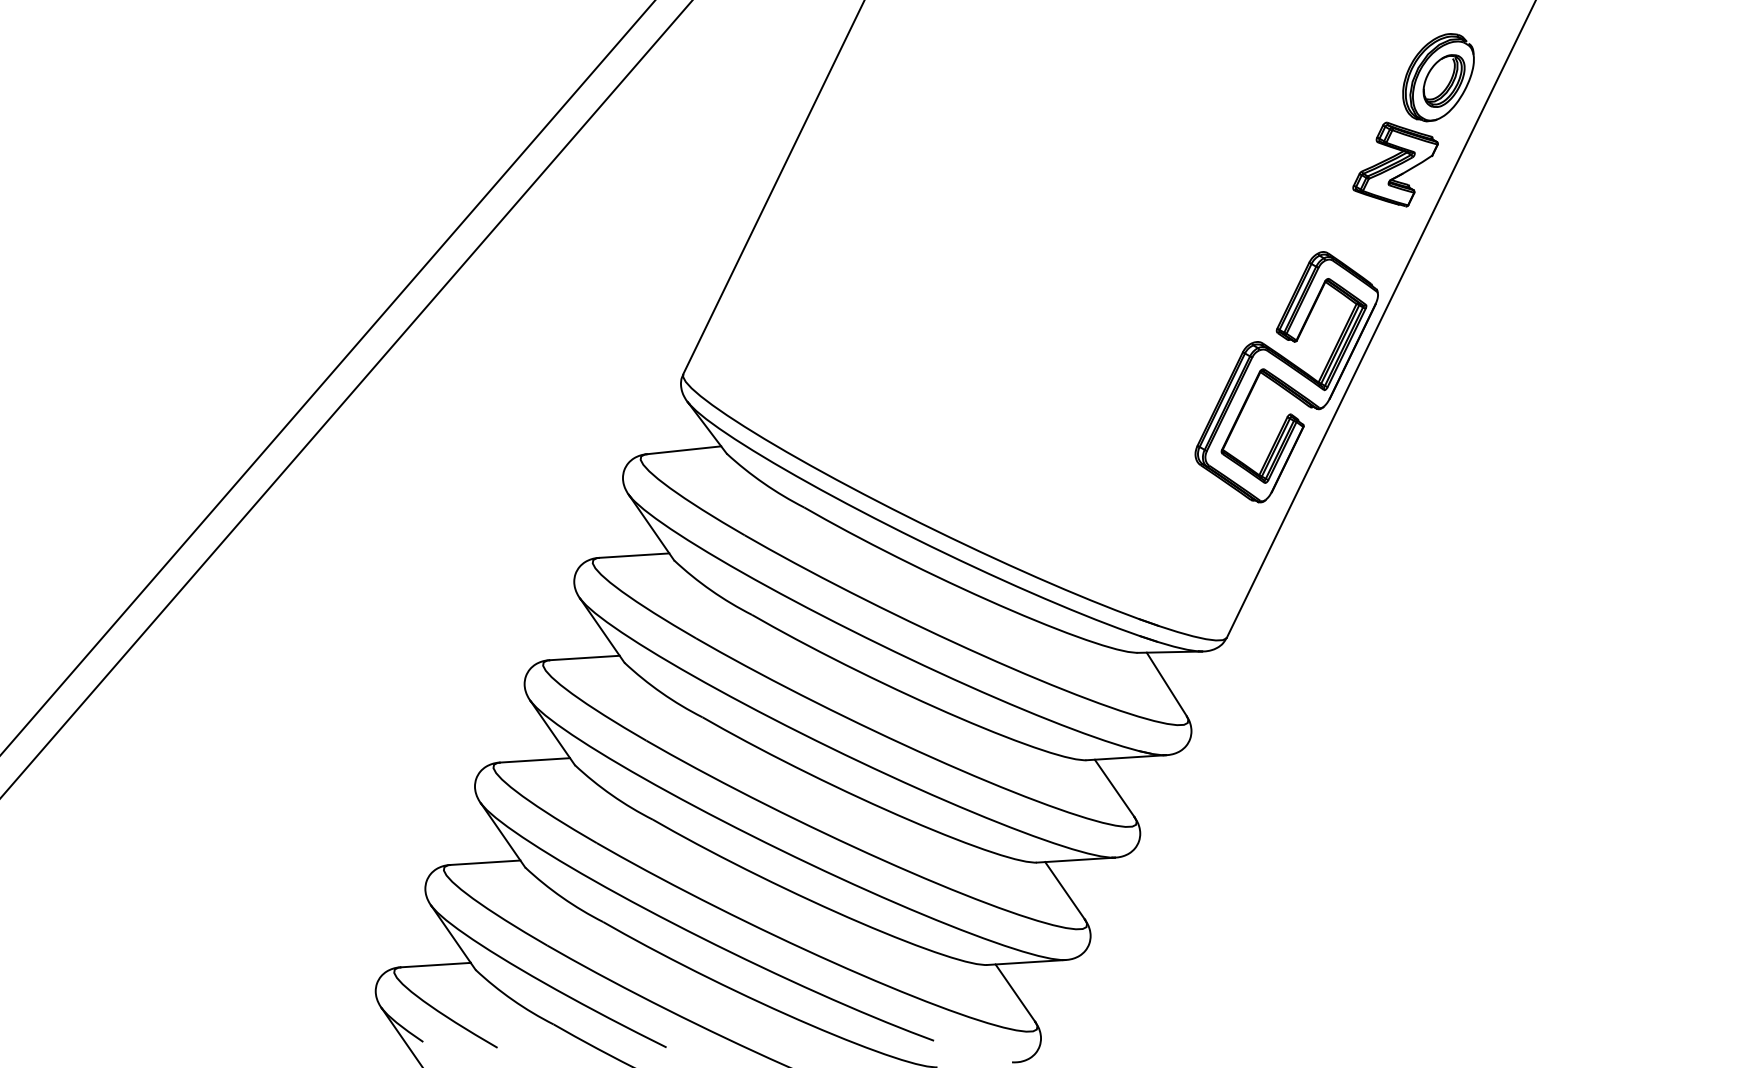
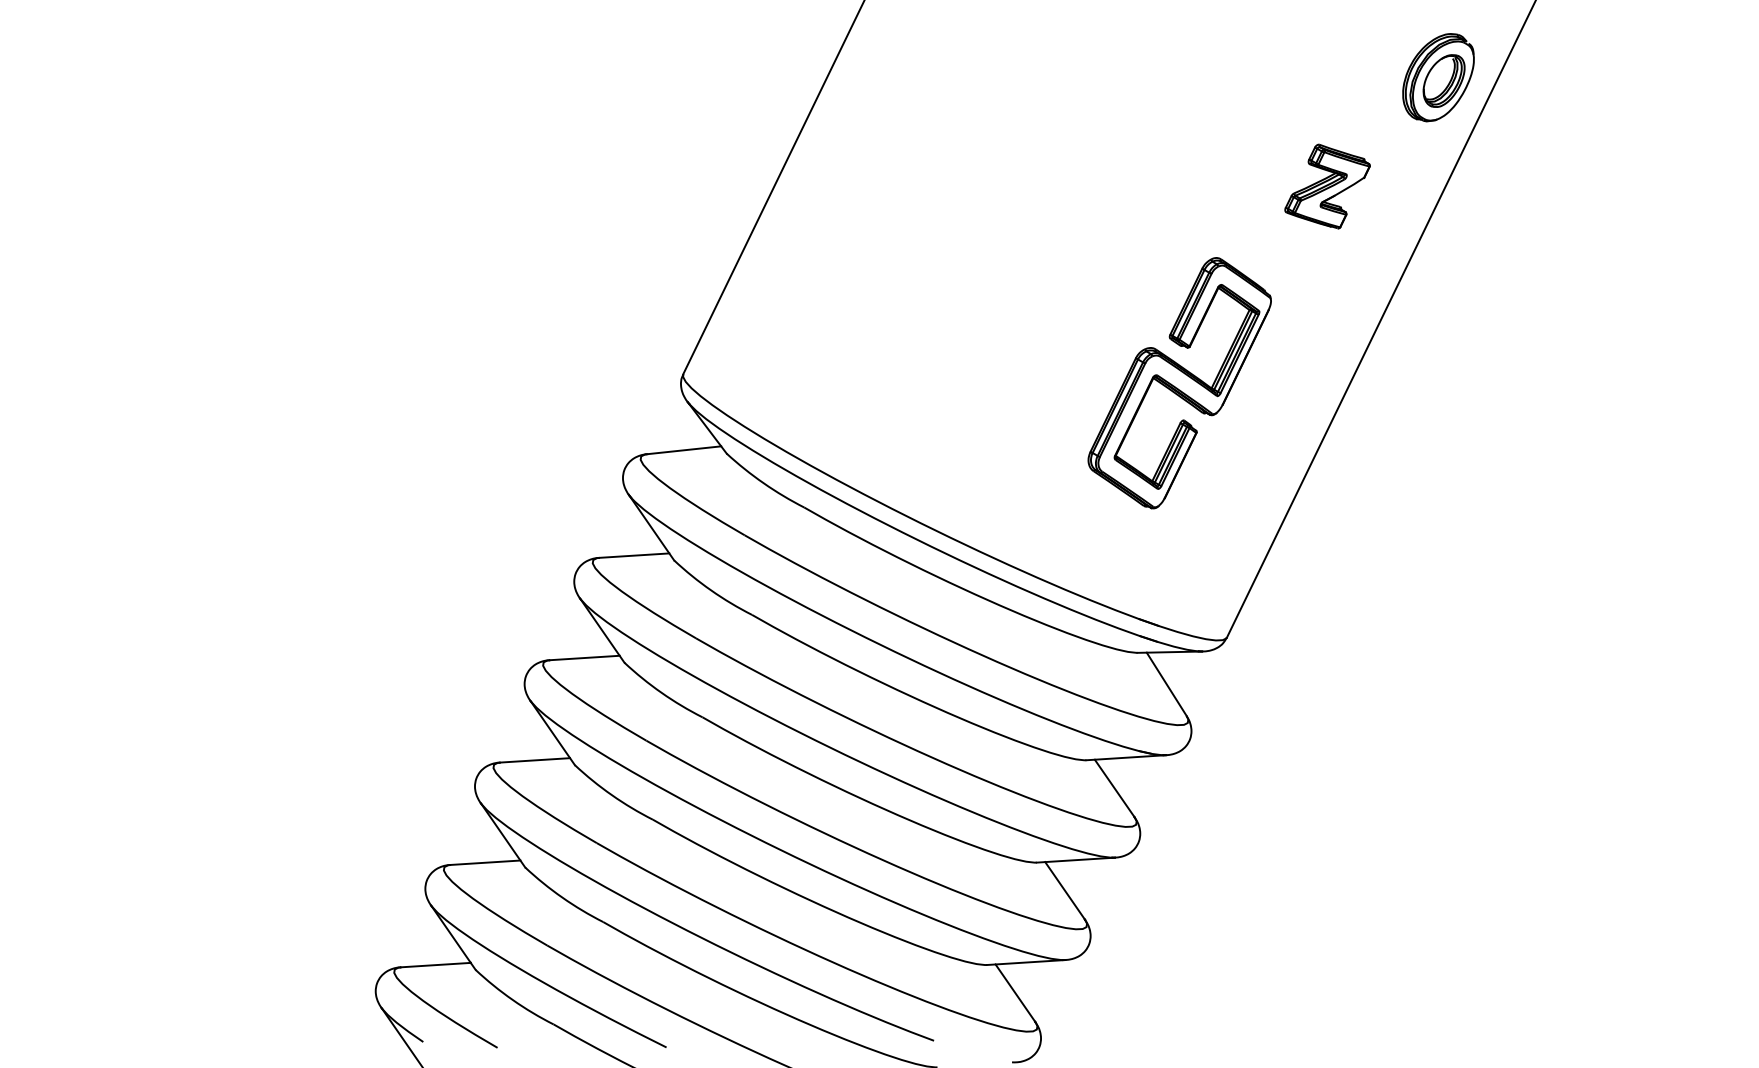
part at (1395, 164) position: (1395, 164) -> (1327, 186)
line at (327, 377): present -> none
part at (1286, 377) position: (1286, 377) -> (1179, 383)
line at (346, 398): present -> none
